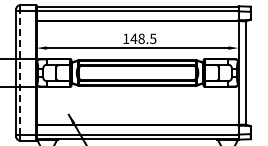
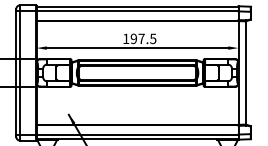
text at (137, 38): 148.5 -> 197.5
line at (20, 72): dashed -> solid
